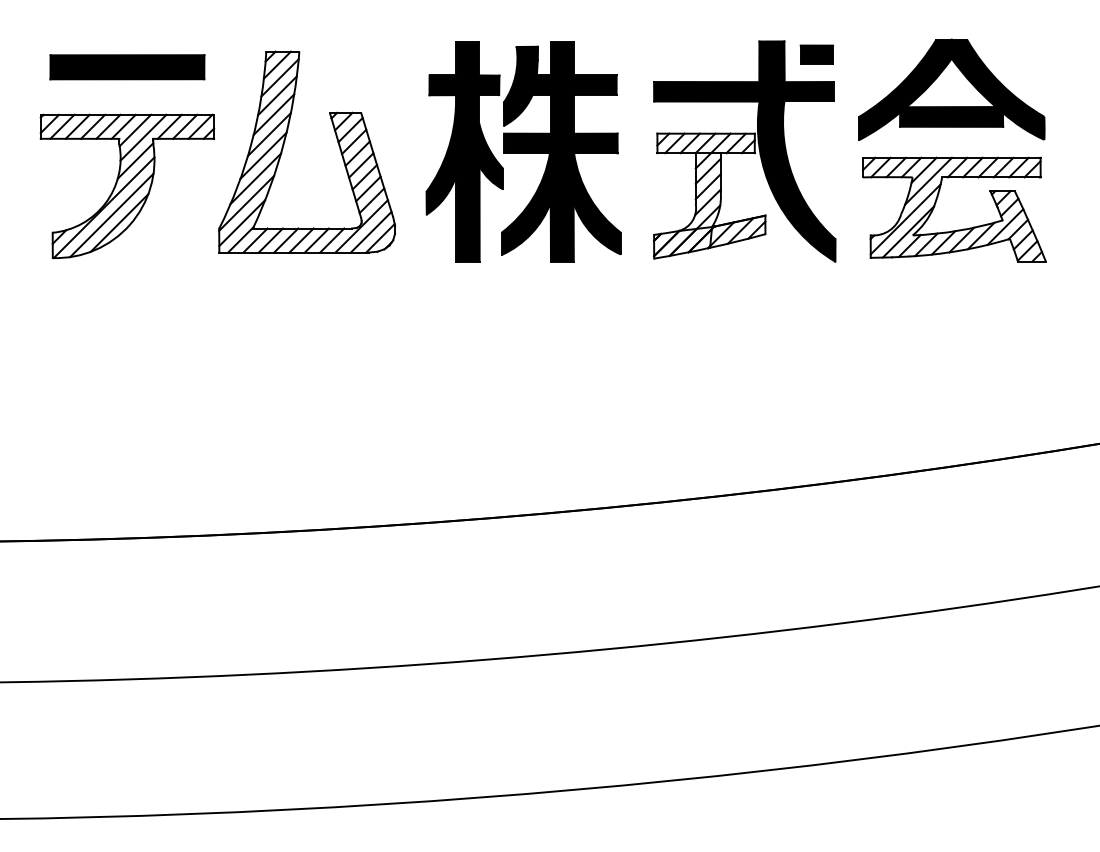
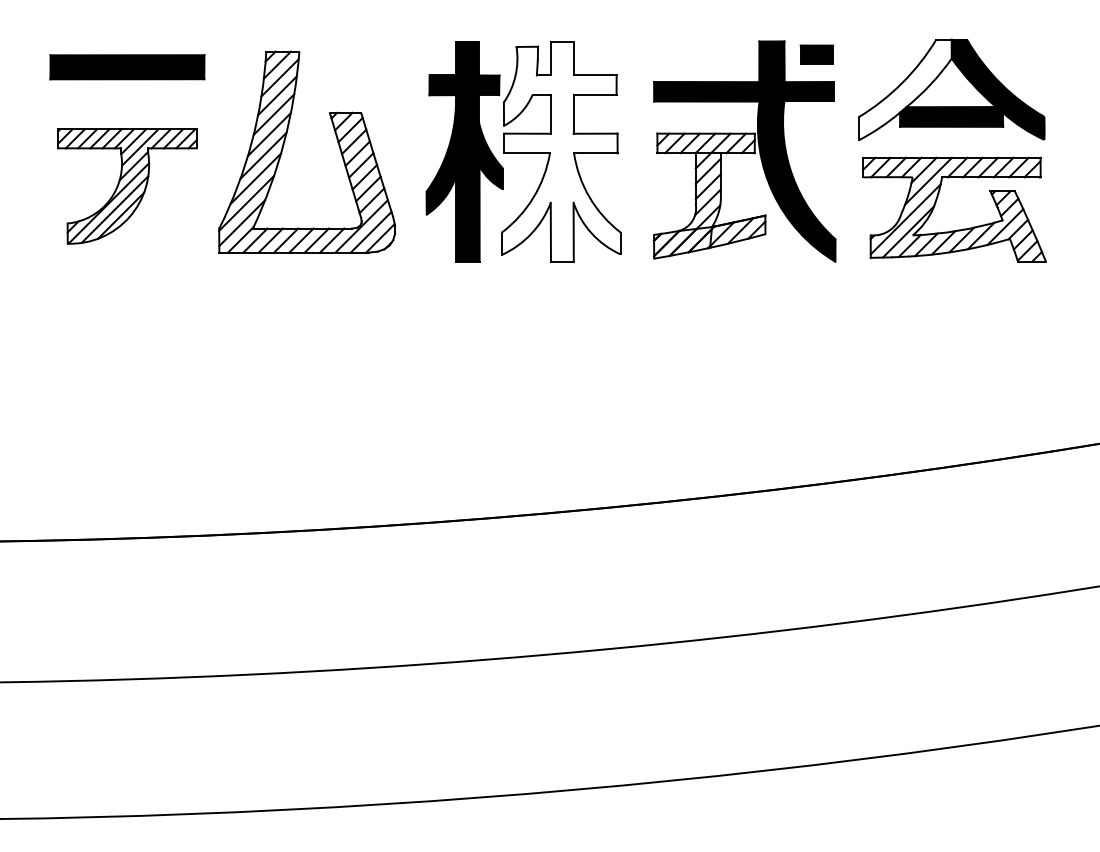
fill at (904, 89): present -> none
fill at (560, 151): present -> none
part at (127, 186) size: 177x147 px -> 141x117 px
